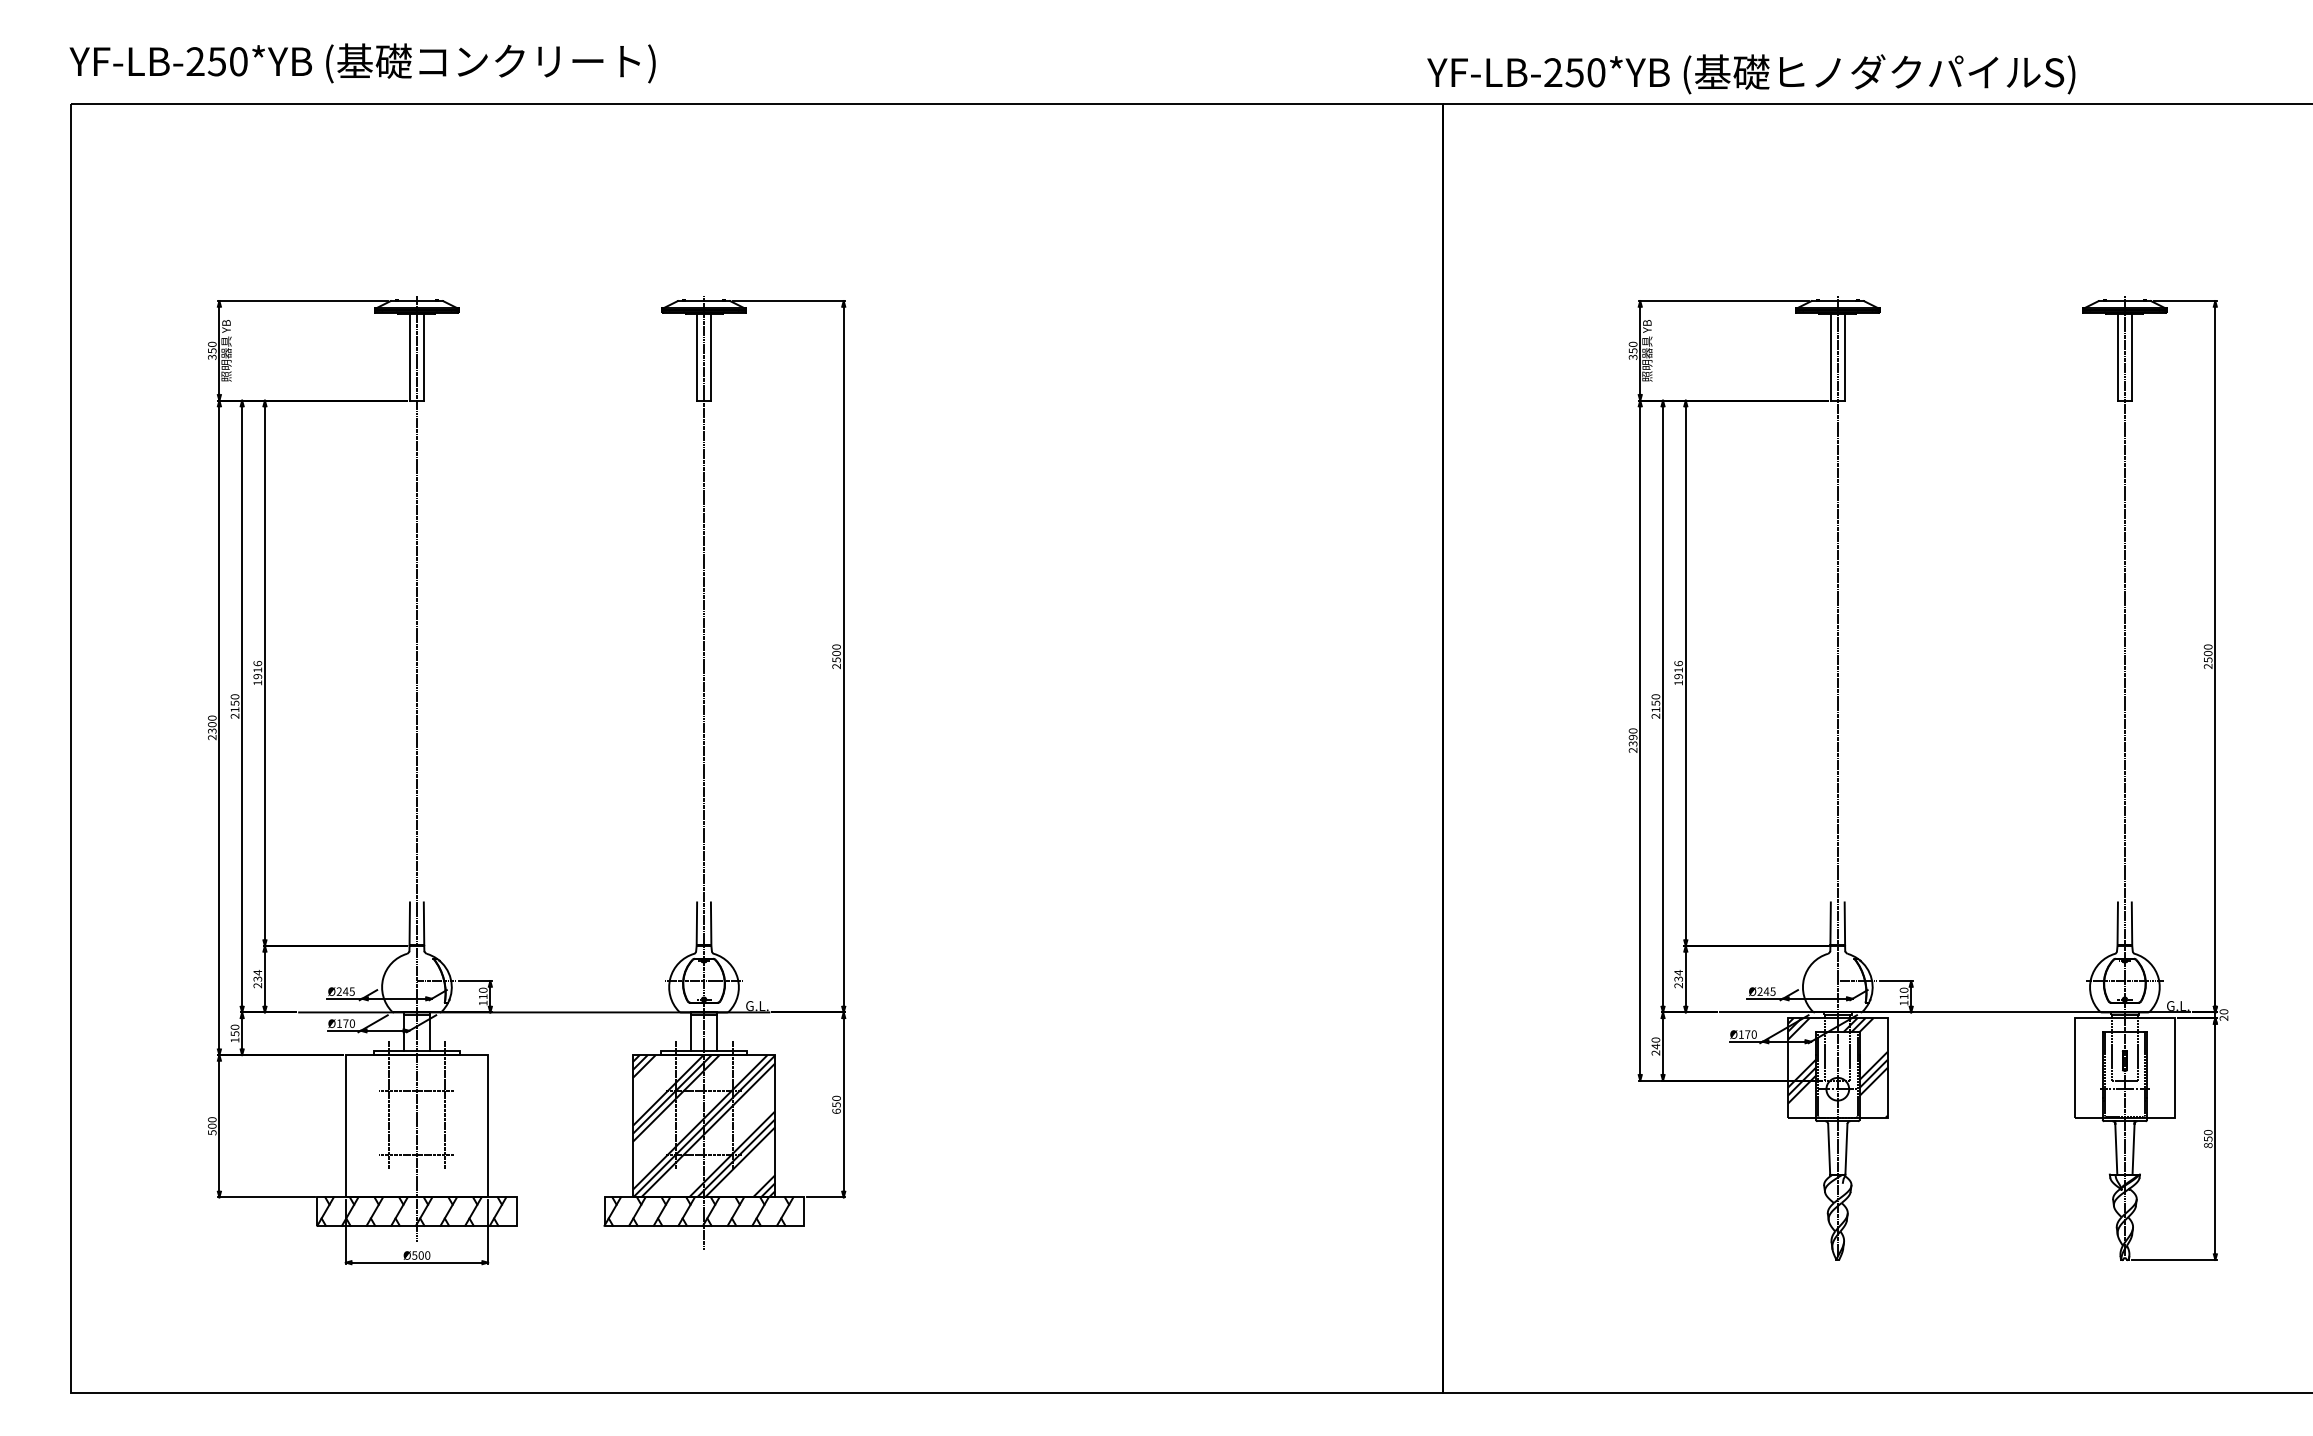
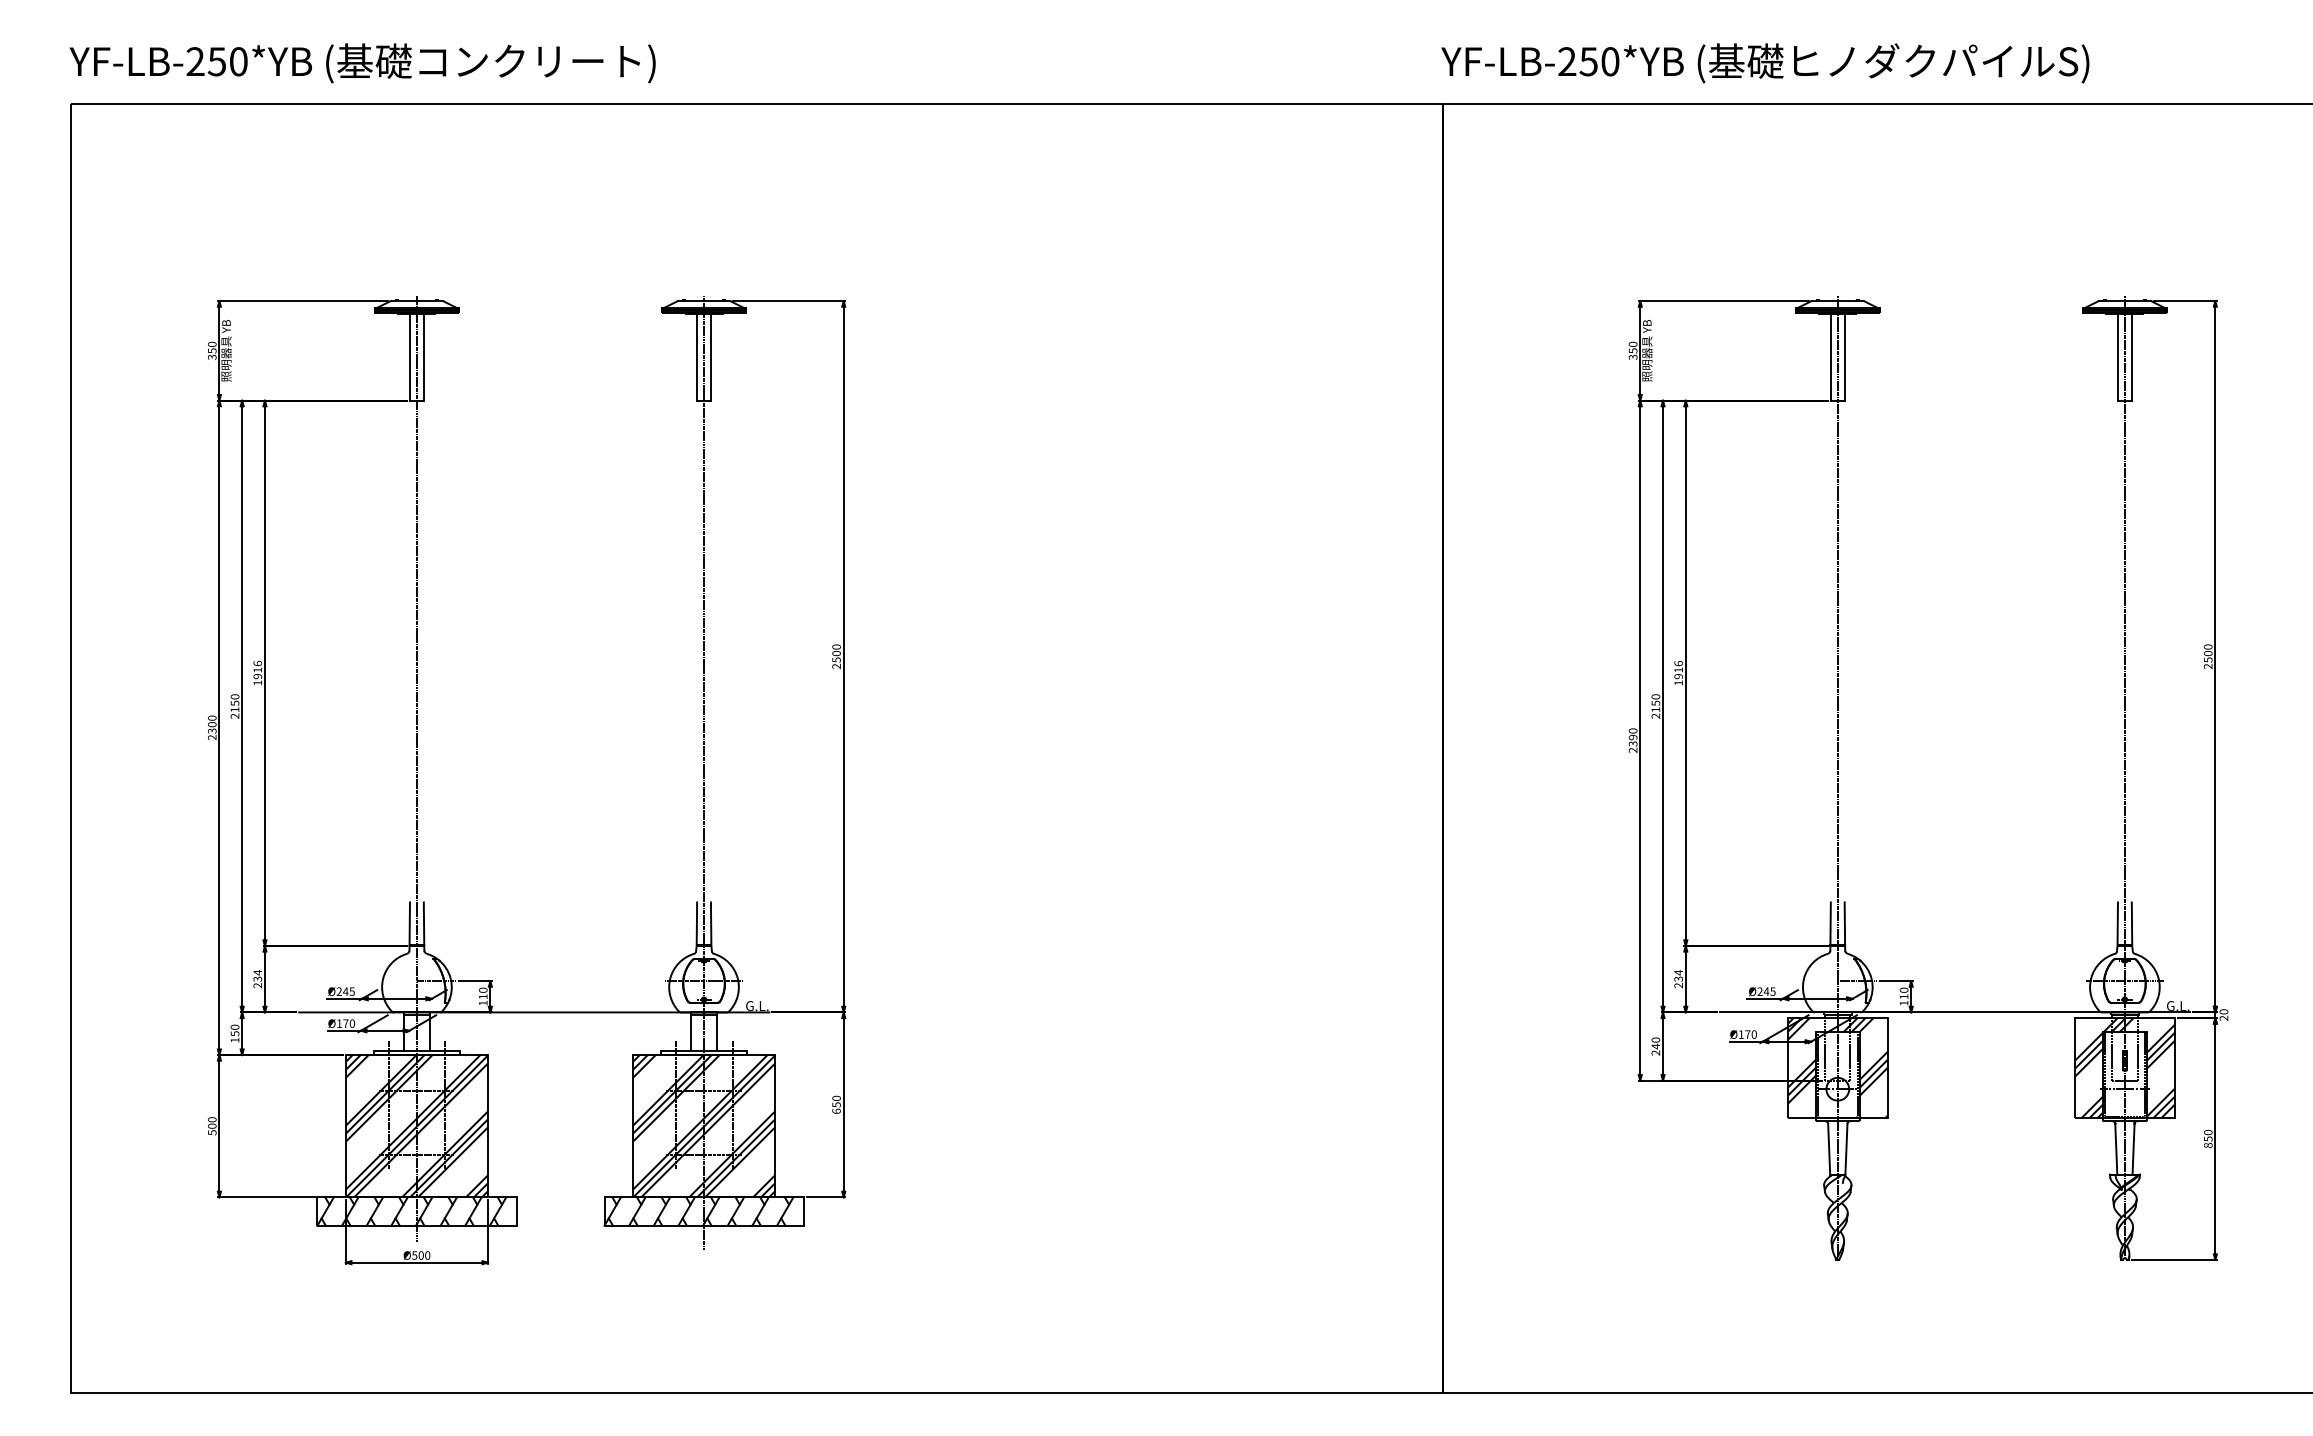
text at (1751, 74) position: (1751, 74) -> (1765, 63)
hatch at (2124, 1067): none -> present
hatch at (416, 1126): none -> present
